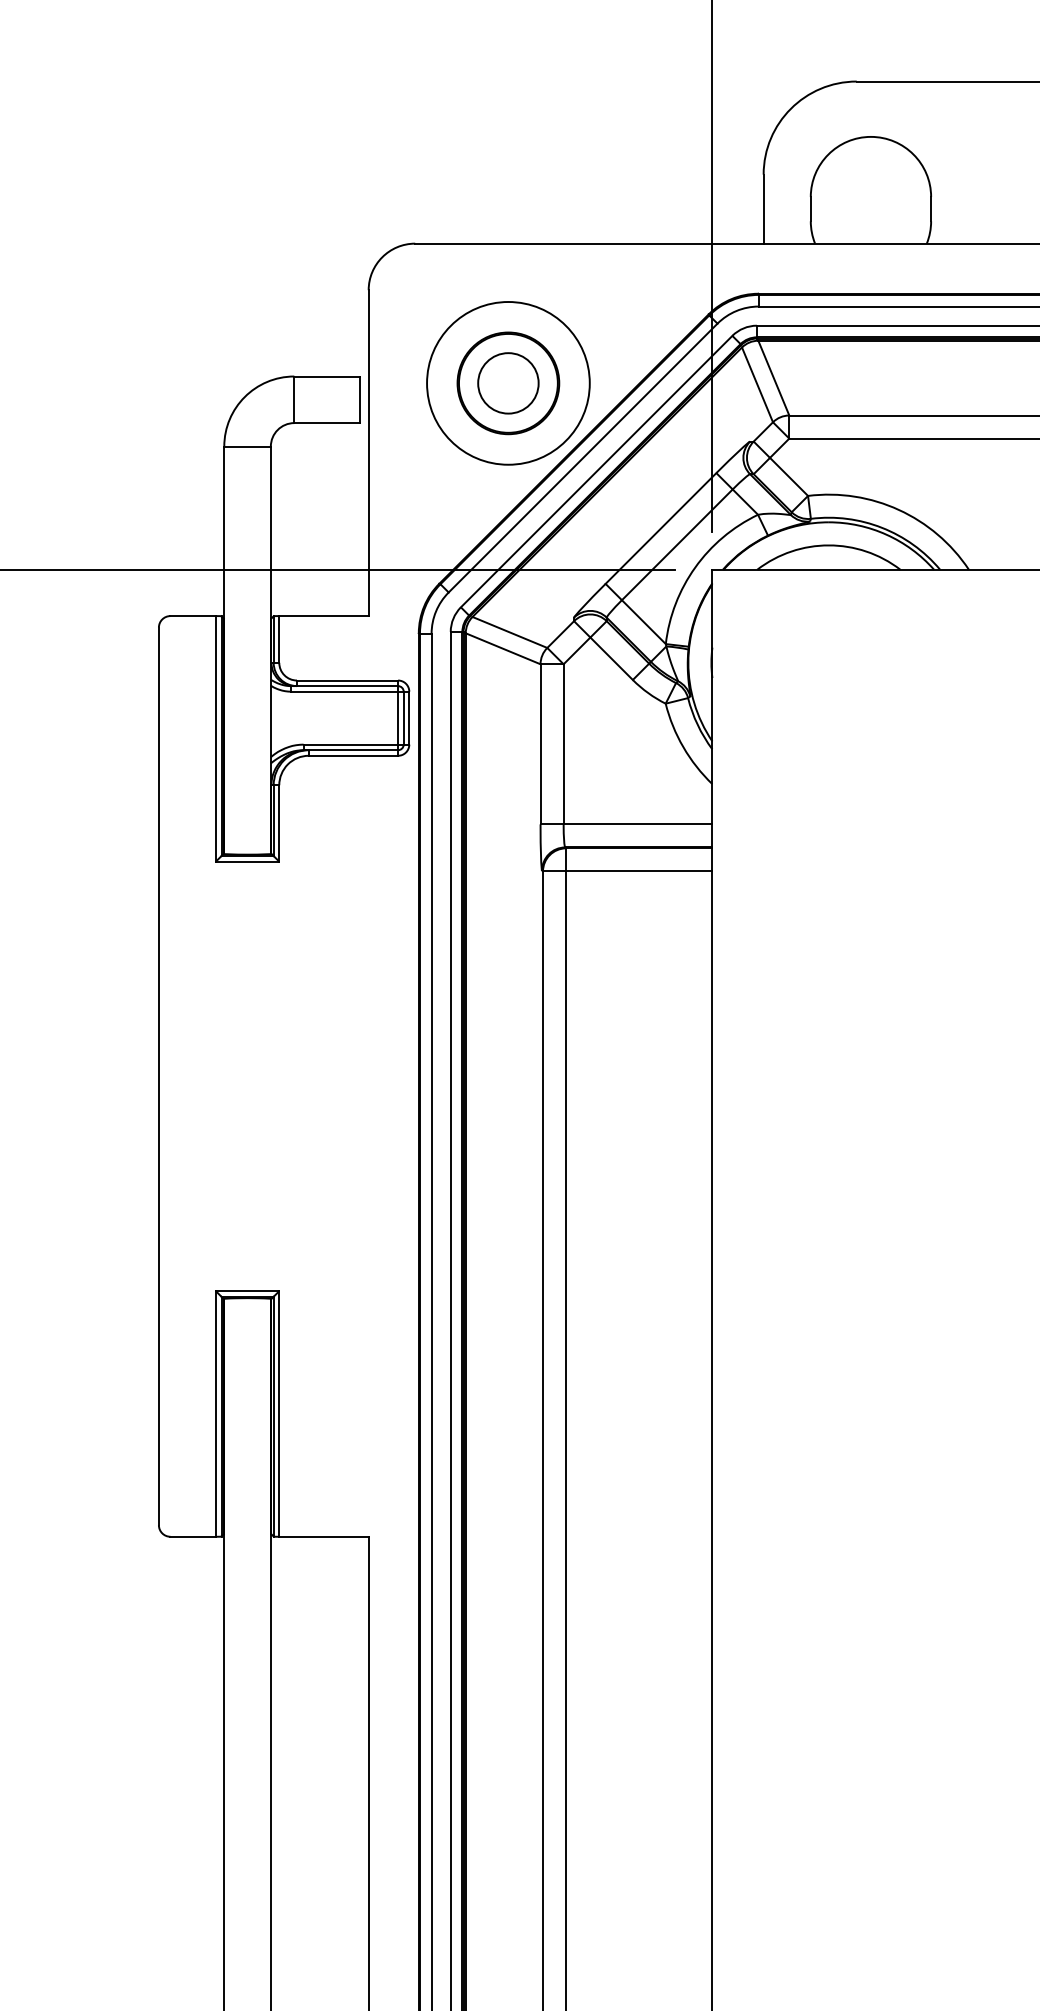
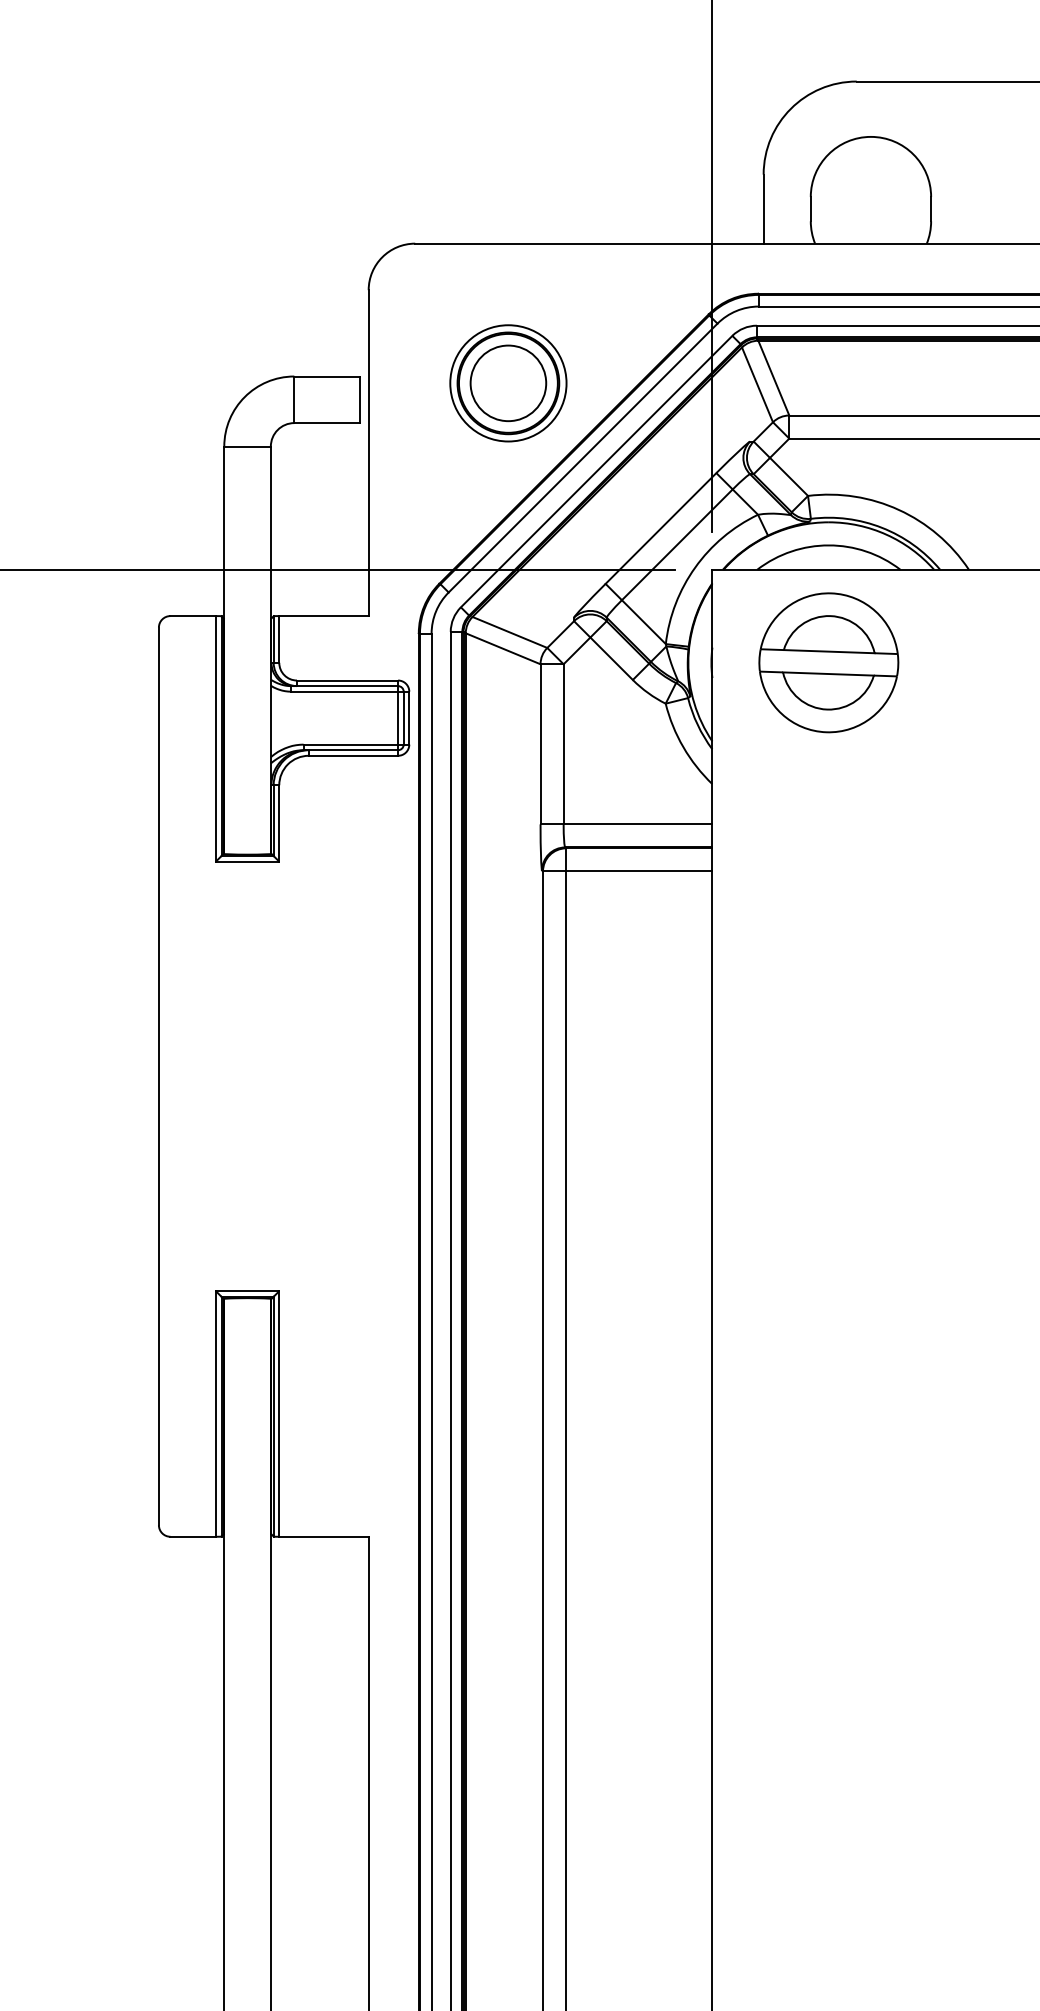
circle at (508, 383) diameter: 163 px -> 116 px
circle at (508, 383) diameter: 60 px -> 76 px
part at (828, 662): none -> present
